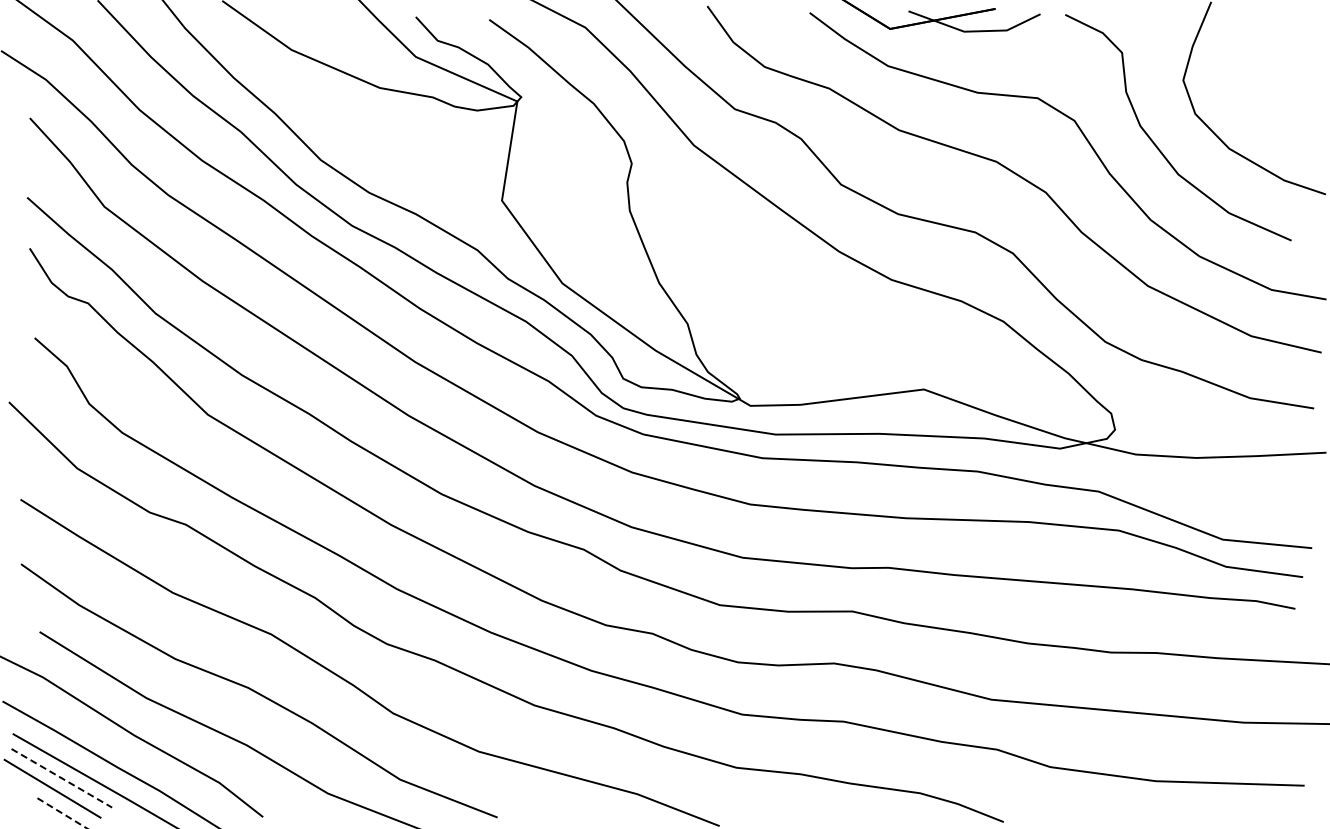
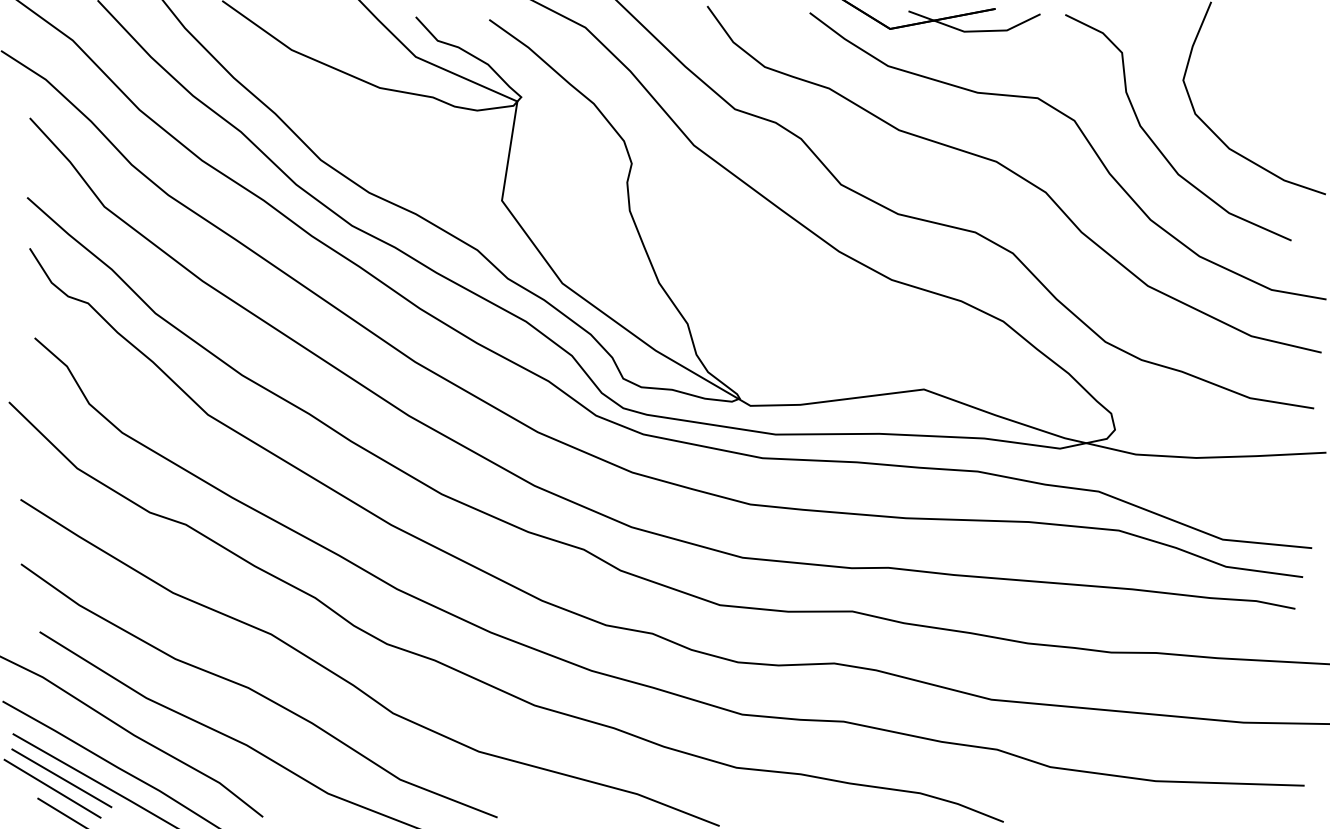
line at (62, 778): dashed -> solid
line at (62, 813): dashed -> solid
